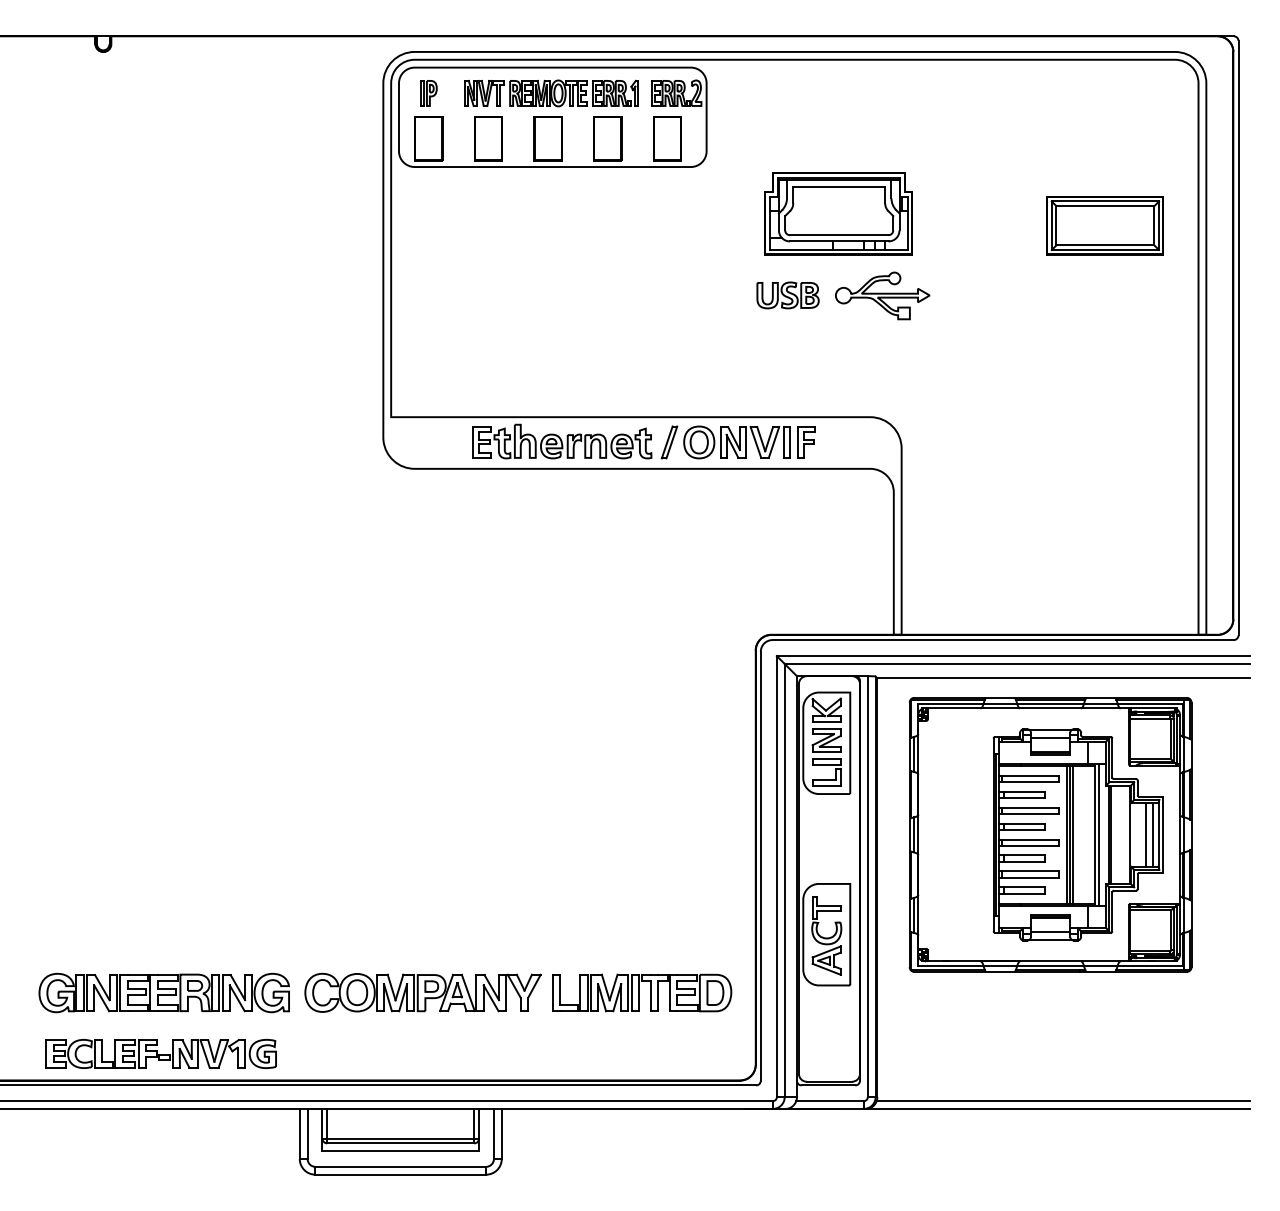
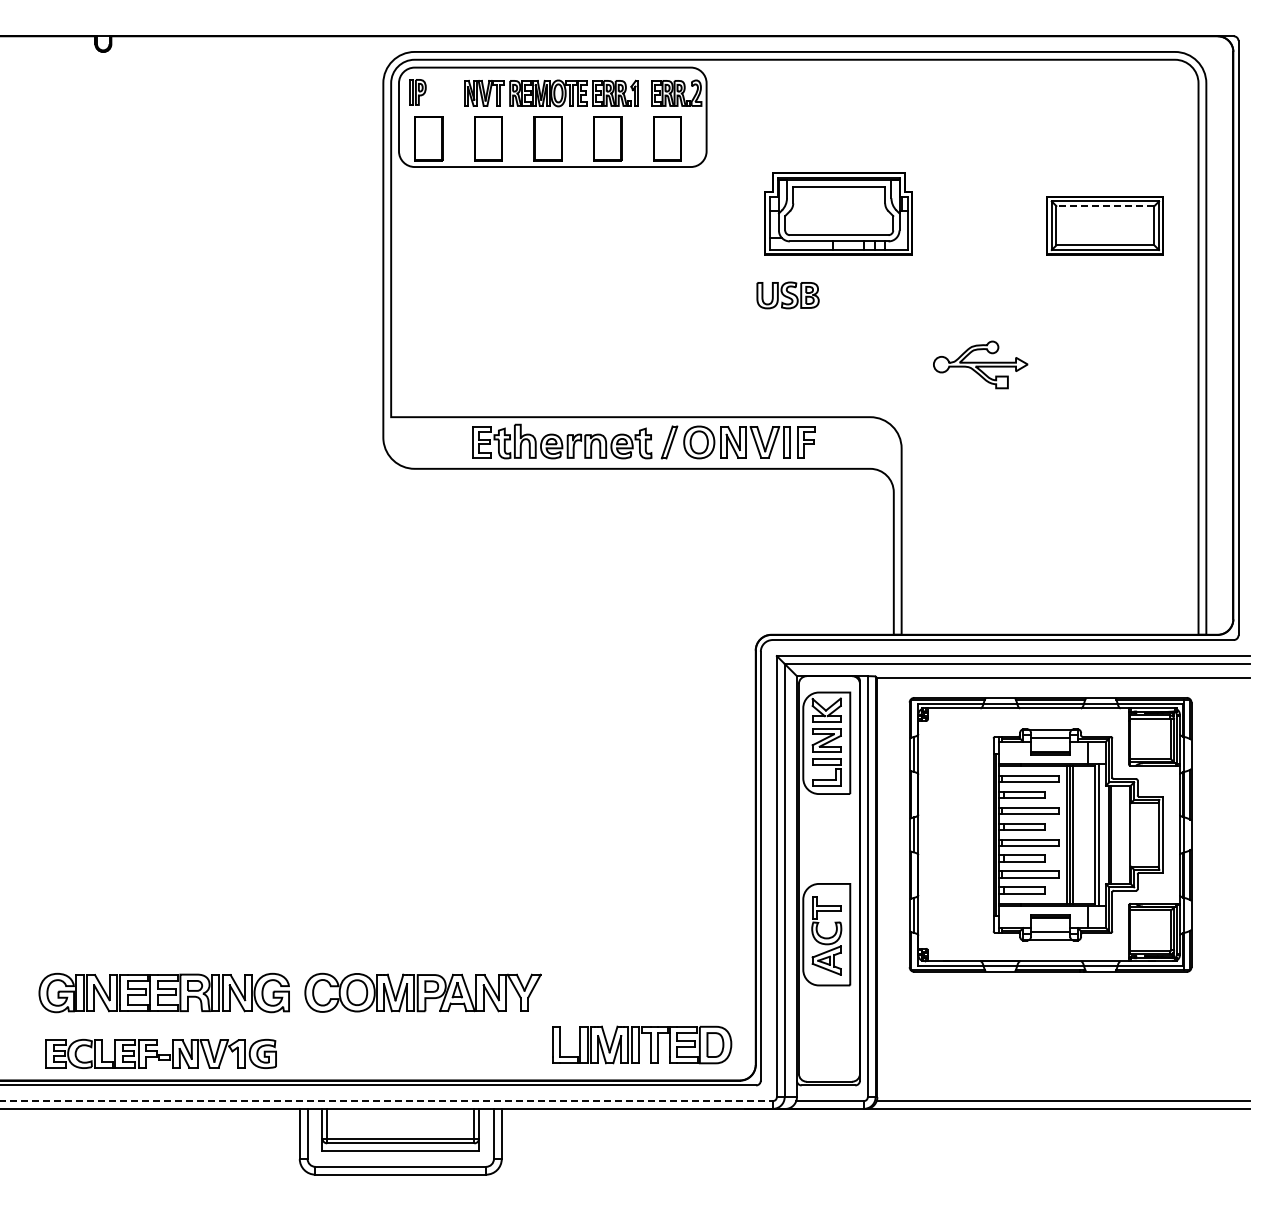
part at (428, 93) position: (428, 93) -> (417, 92)
line at (1104, 206): solid -> dashed
part at (882, 295) position: (882, 295) -> (980, 364)
line at (1145, 834): present -> none
line at (1153, 834): present -> none
part at (642, 992) position: (642, 992) -> (642, 1044)
line at (387, 1101): solid -> dashed
